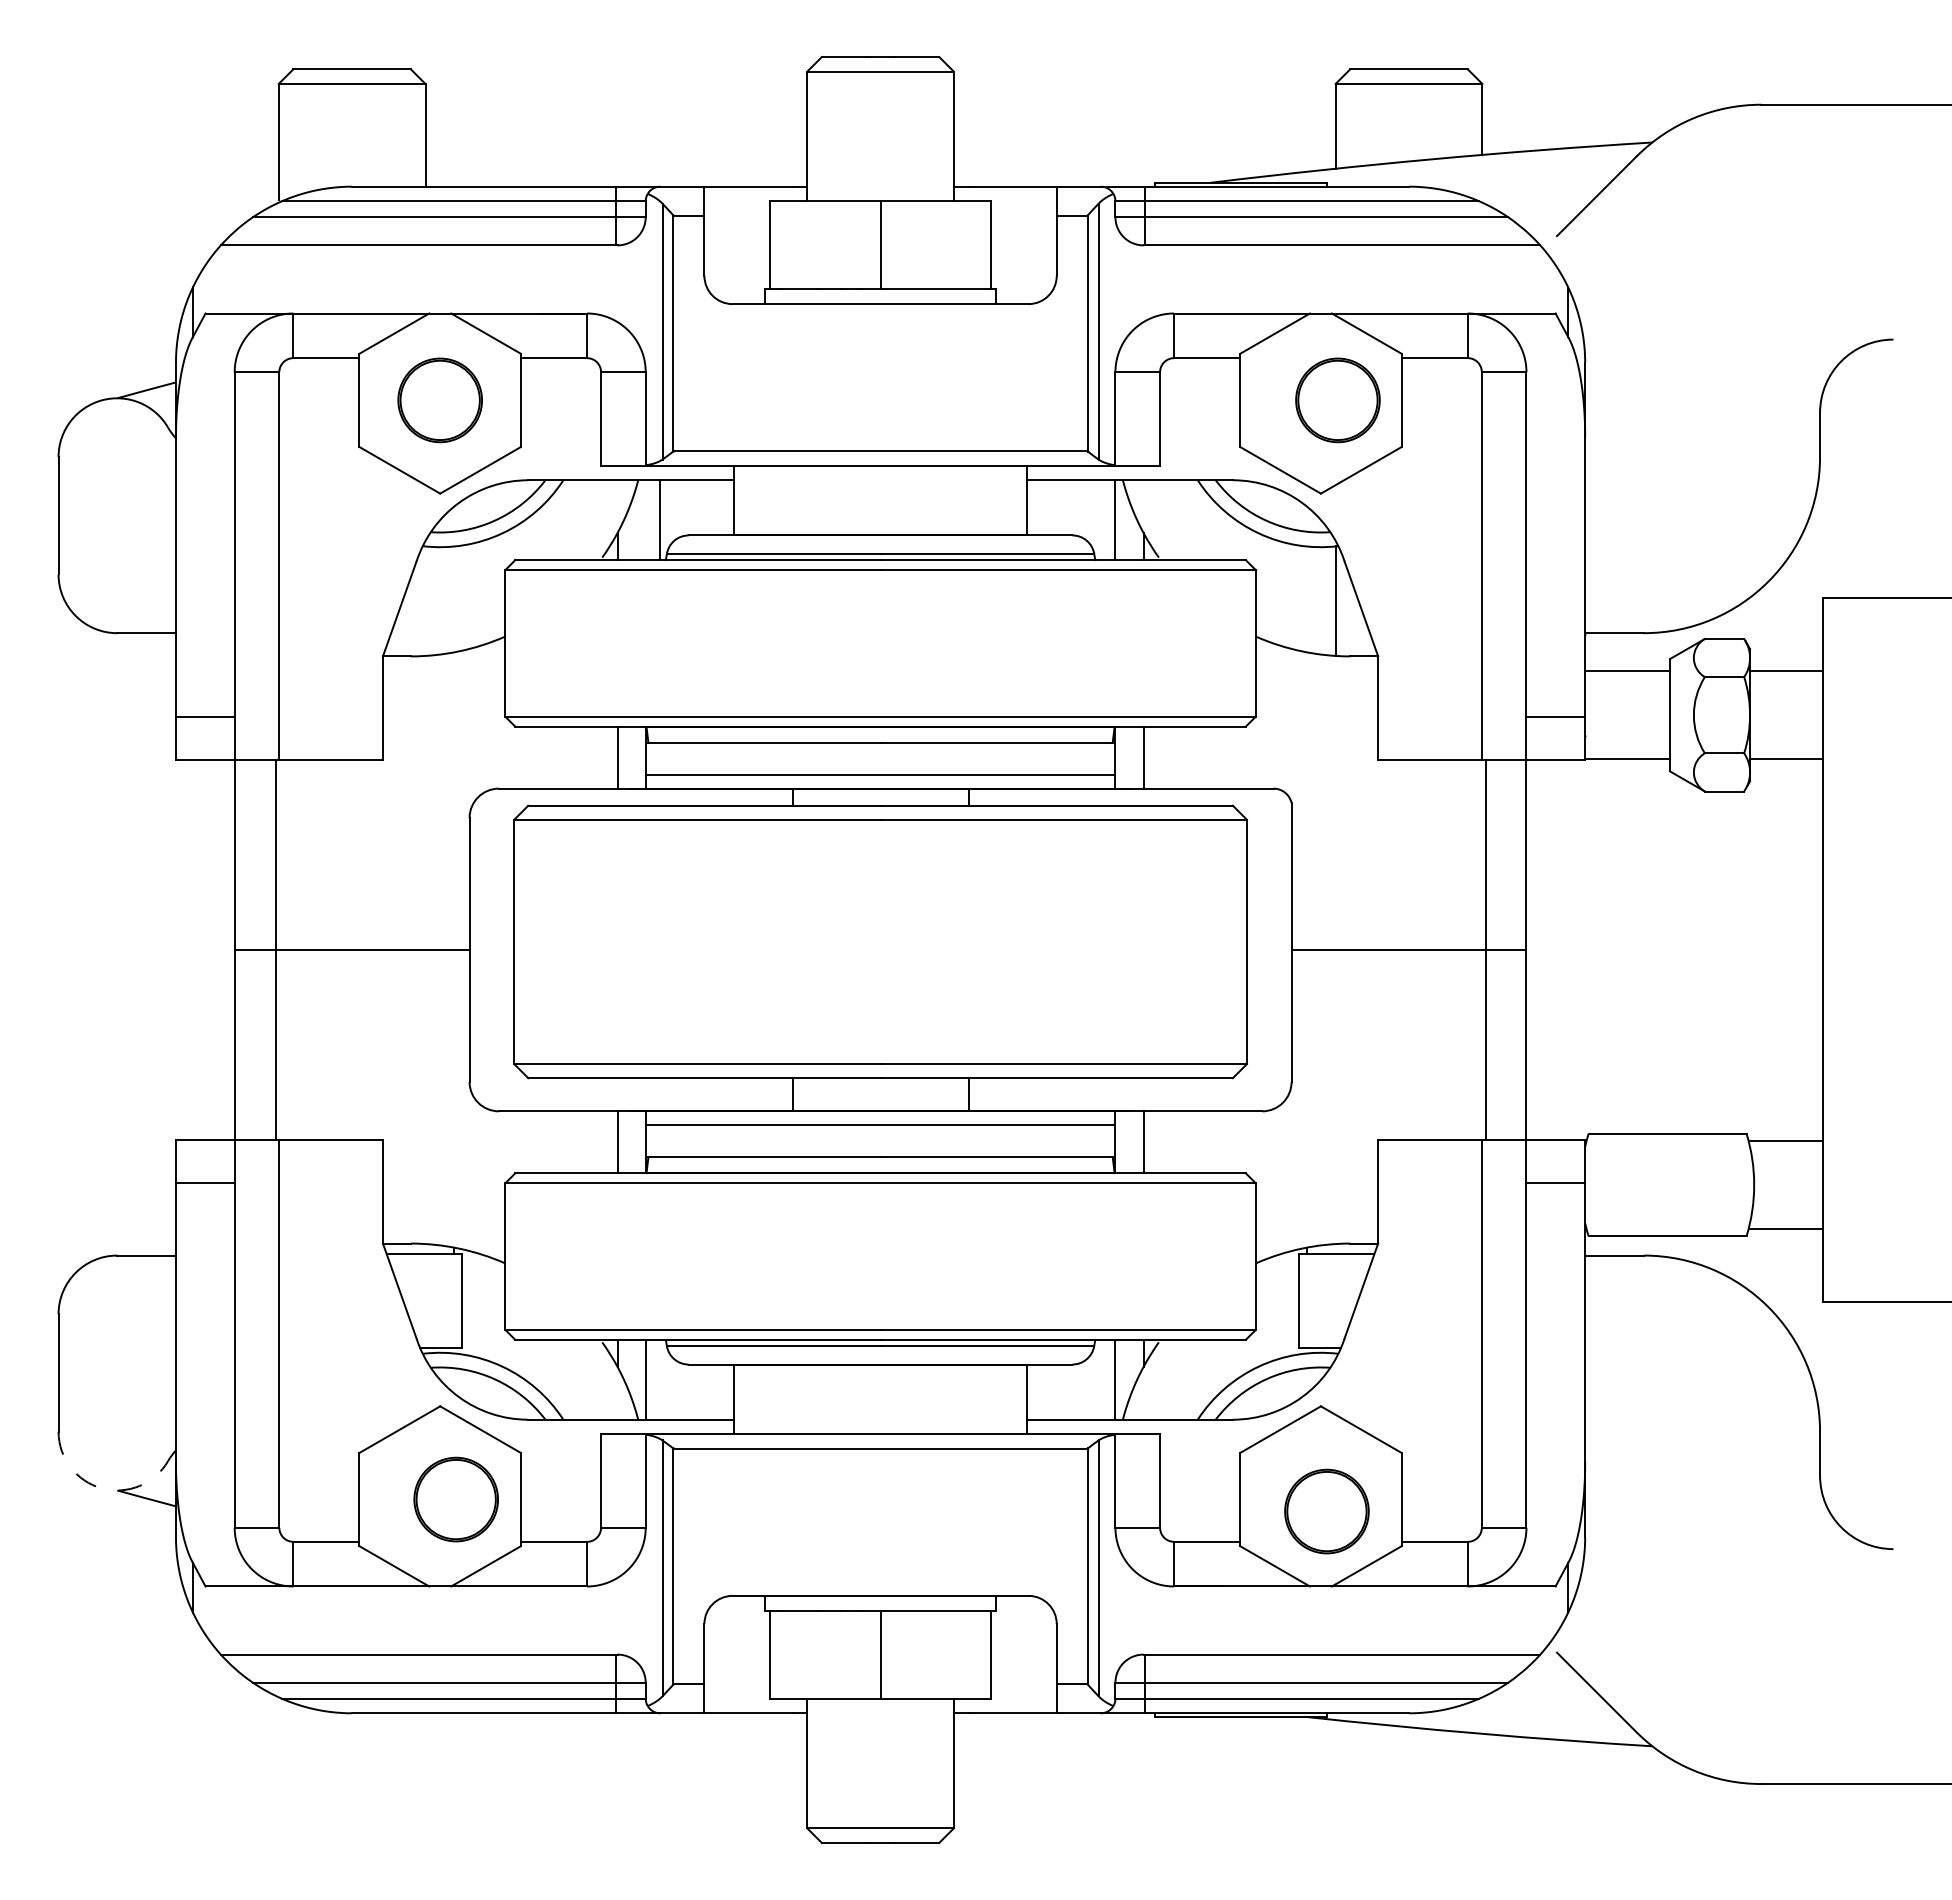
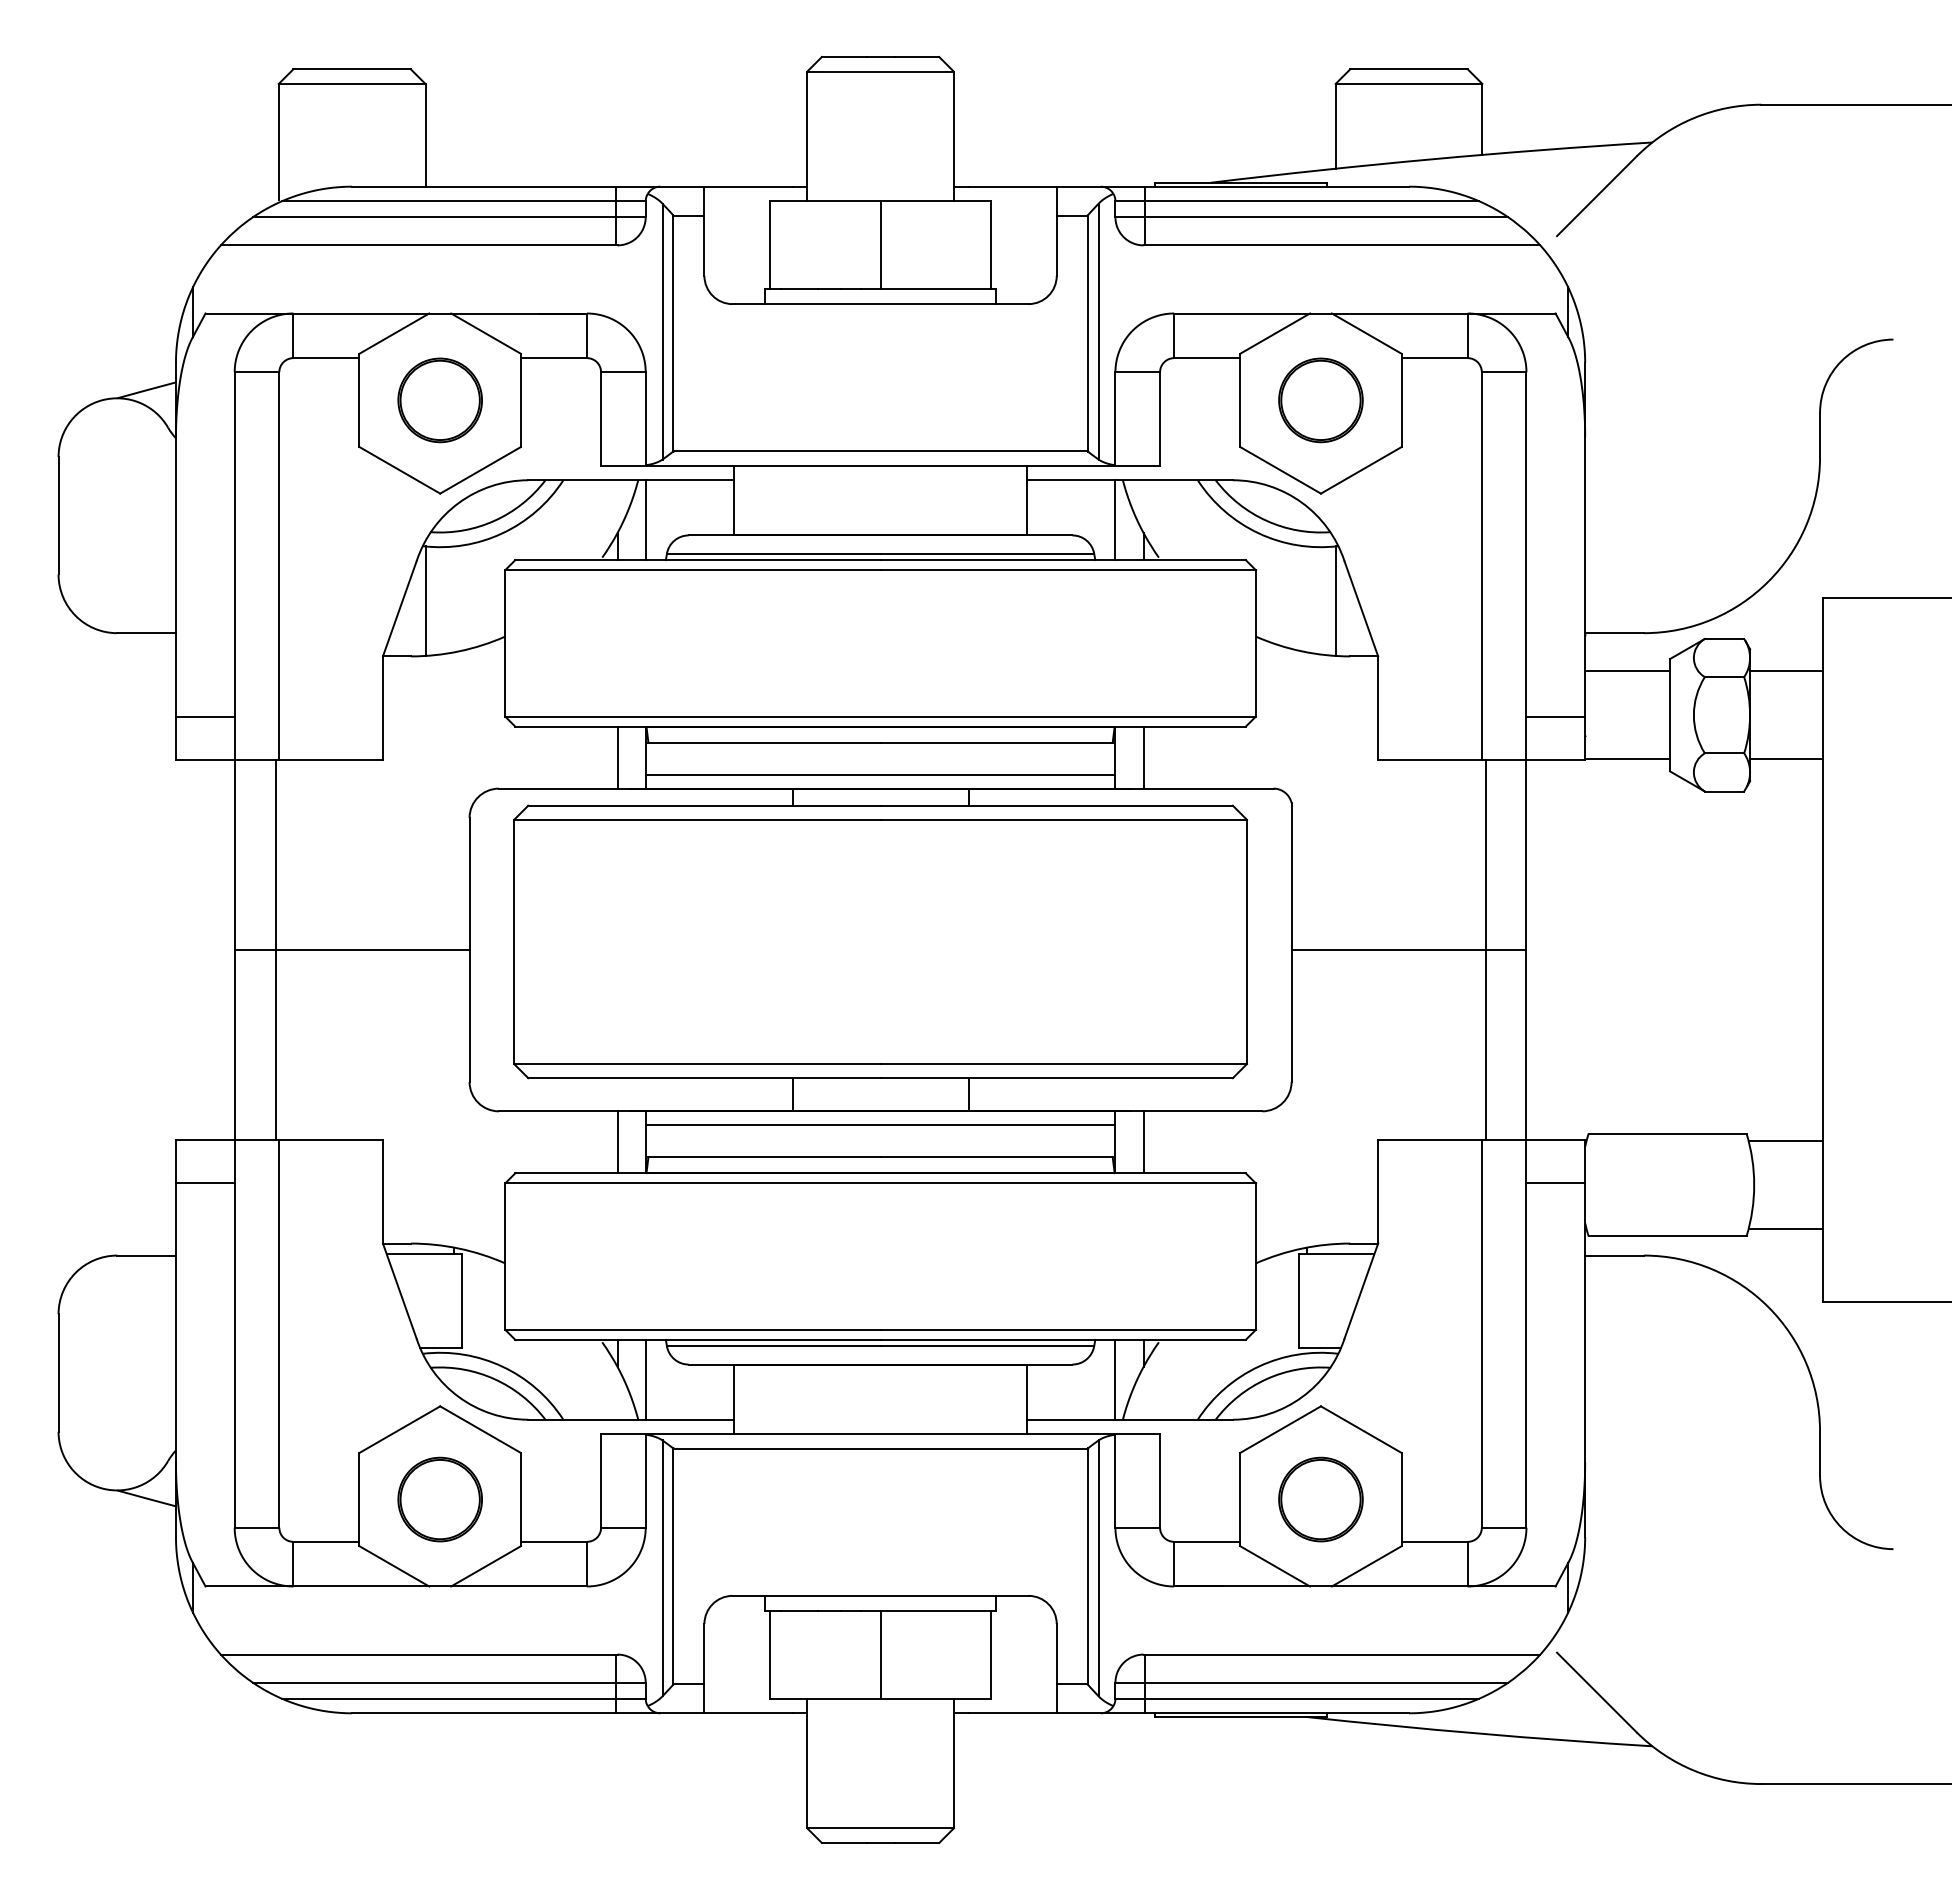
part at (1337, 400) position: (1337, 400) -> (1320, 400)
line at (659, 520) position: (659, 520) -> (645, 520)
line at (425, 600): none -> present
arc at (102, 1488): dashed -> solid
part at (455, 1499) position: (455, 1499) -> (439, 1499)
part at (1326, 1511) position: (1326, 1511) -> (1320, 1499)
